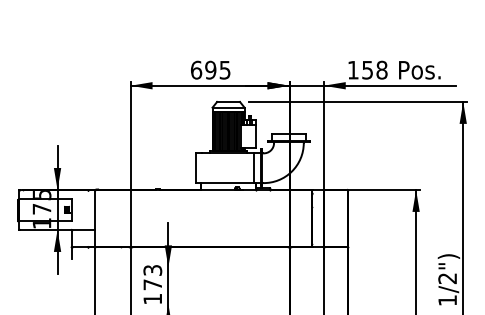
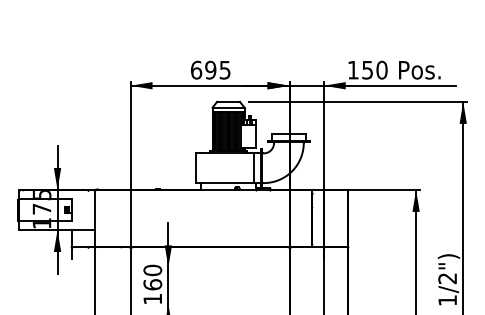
text at (381, 70): 158 -> 150
text at (152, 277): 173 -> 160
